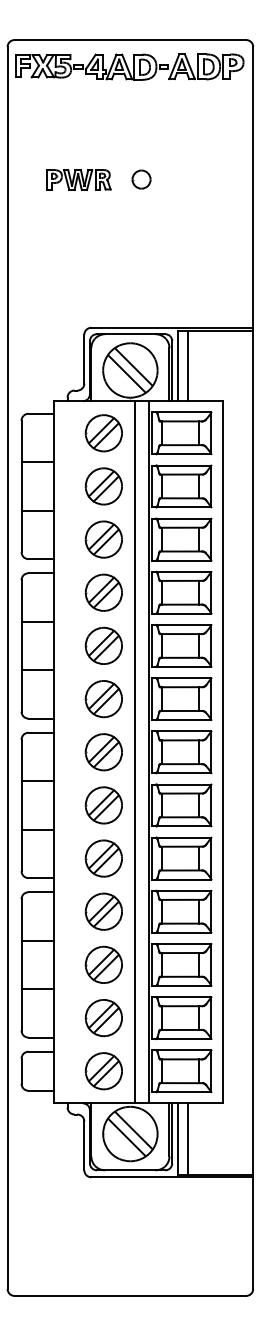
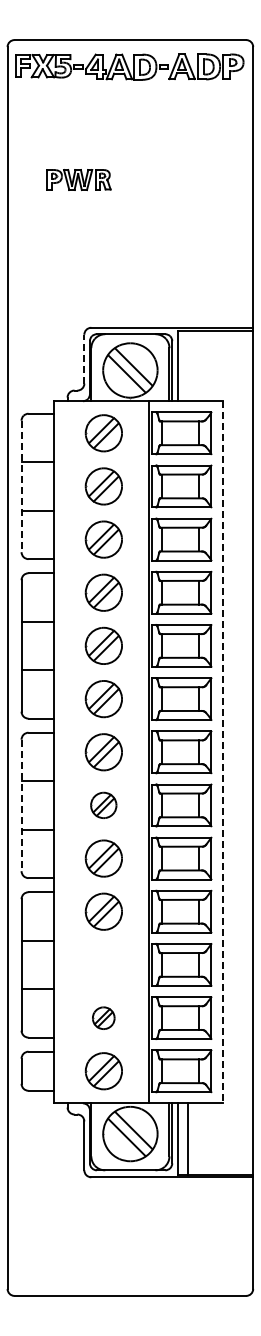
part at (141, 179): present -> none
line at (84, 358): solid -> dashed
line at (187, 365): present -> none
line at (21, 486): solid -> dashed
line at (135, 752): present -> none
line at (222, 752): solid -> dashed
line at (21, 805): solid -> dashed
part at (103, 805) size: 39x39 px -> 28x28 px
part at (103, 964): present -> none
part at (103, 1018) size: 39x39 px -> 24x24 px
